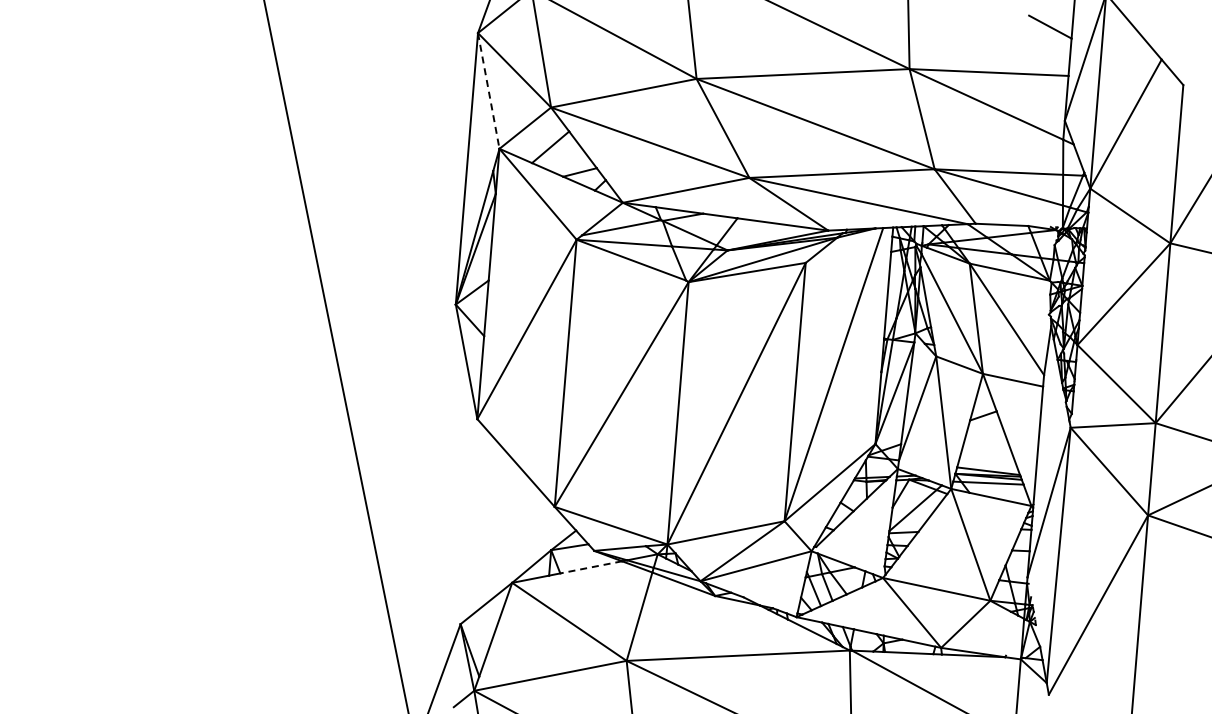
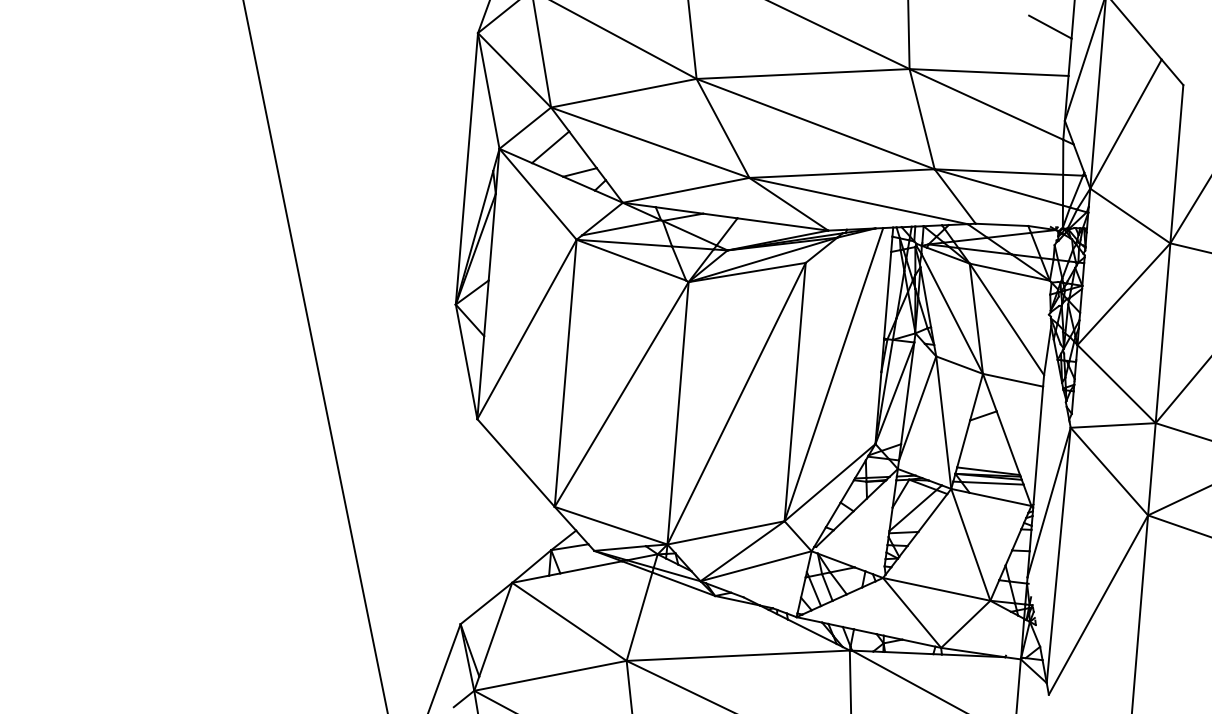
line at (488, 90): dashed -> solid
line at (335, 356) position: (335, 356) -> (315, 356)
line at (591, 567): dashed -> solid
